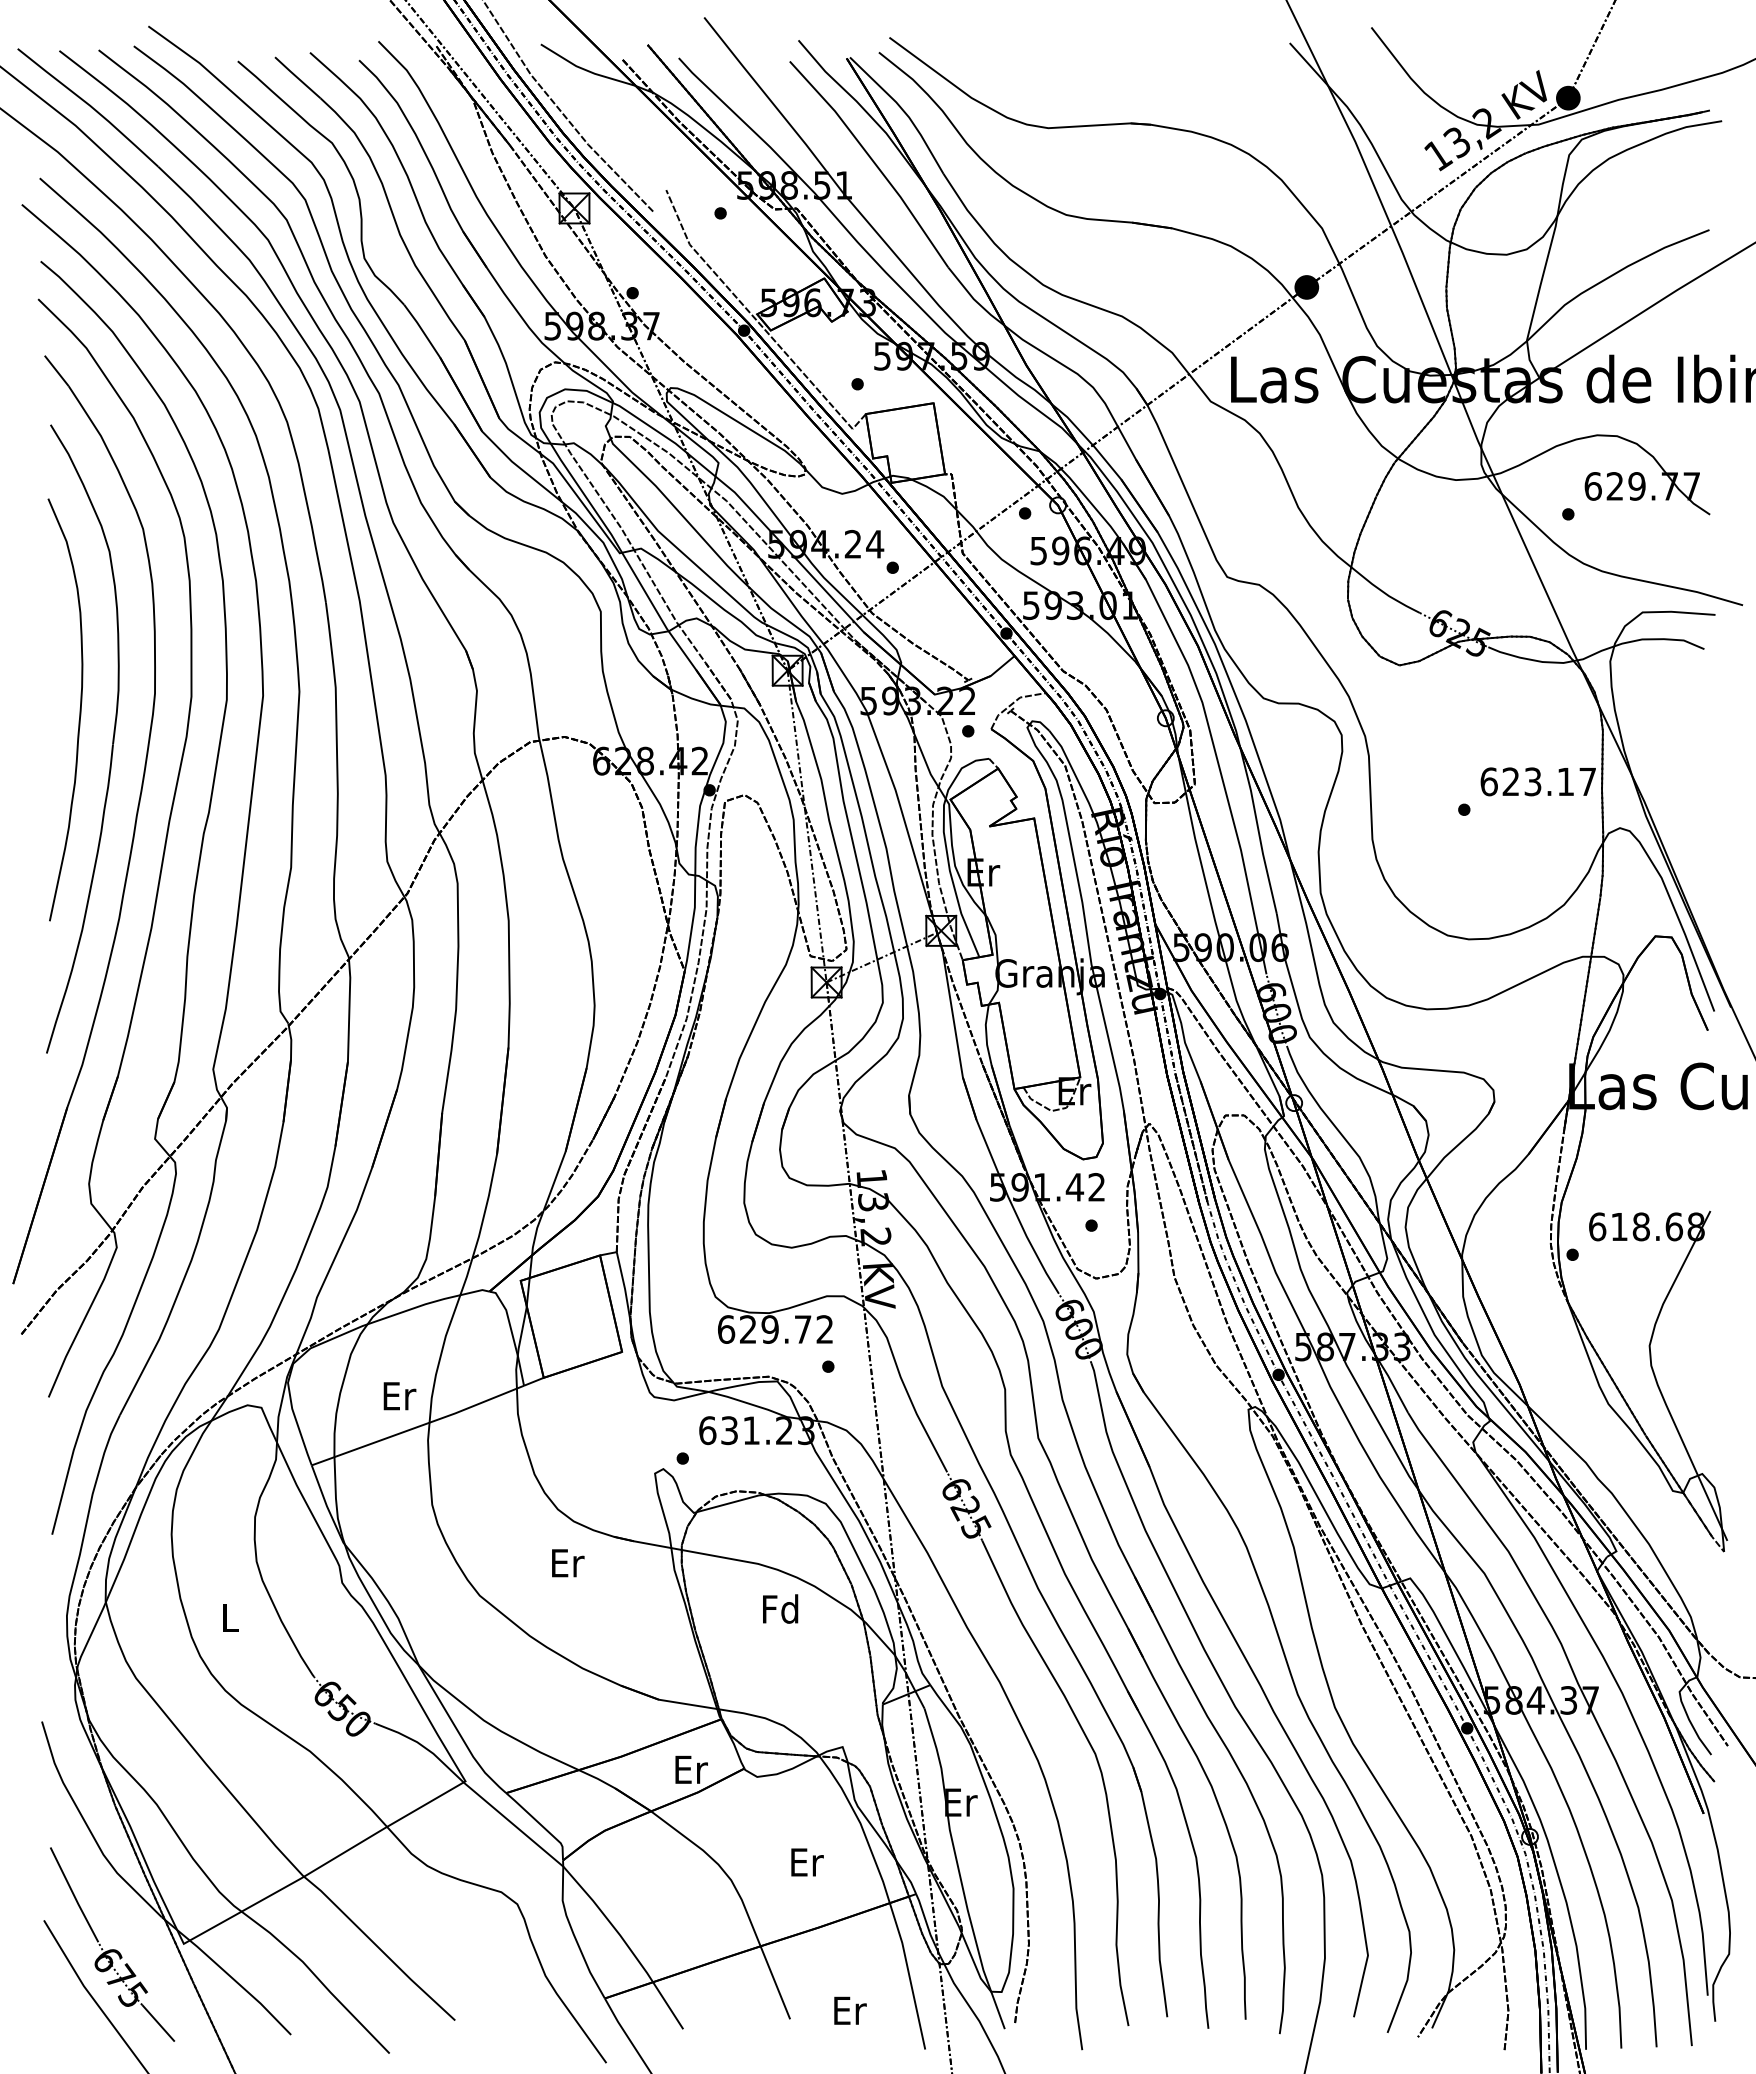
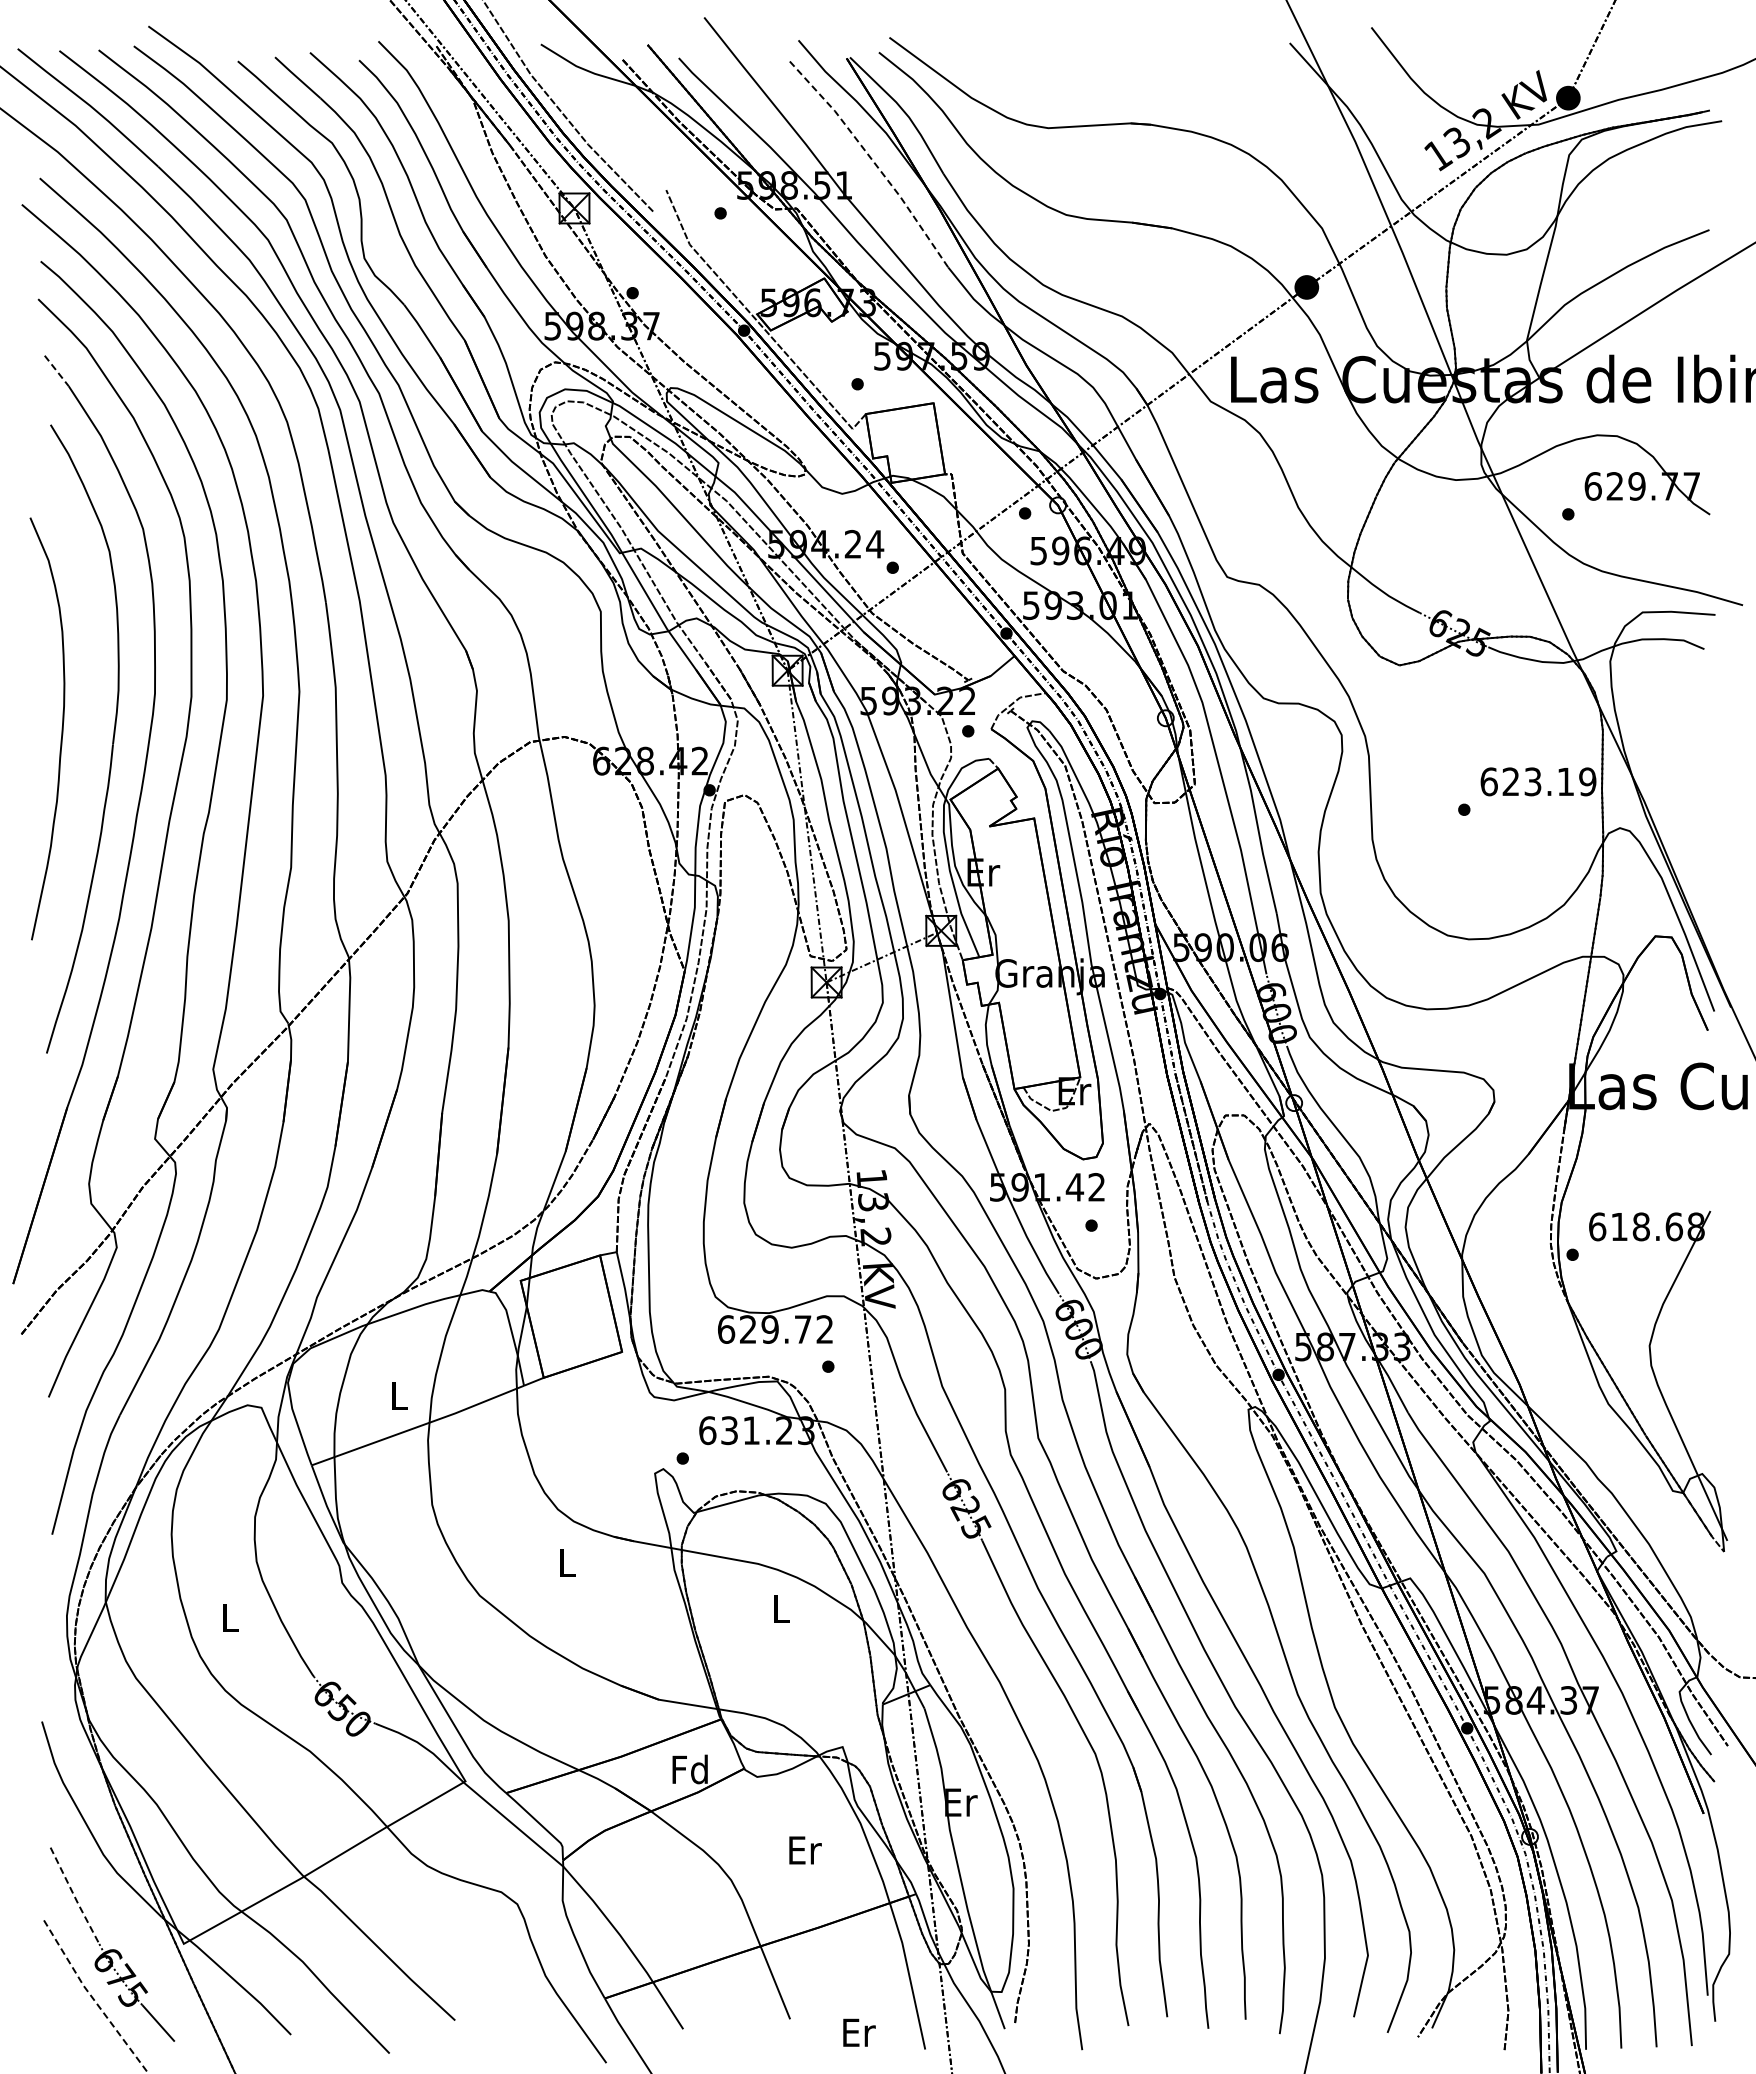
line at (873, 161): solid -> dashed
line at (57, 371): solid -> dashed
curve at (79, 709) position: (79, 709) -> (61, 728)
text at (1587, 781): 623.17 -> 623.19
text at (399, 1396): Er -> L
text at (568, 1563): Er -> L
text at (780, 1608): Fd -> L
text at (689, 1769): Er -> Fd
text at (807, 1862) position: (807, 1862) -> (805, 1850)
line at (74, 1895): solid -> dashed
line at (93, 1998): solid -> dashed
text at (850, 2010) position: (850, 2010) -> (859, 2032)
